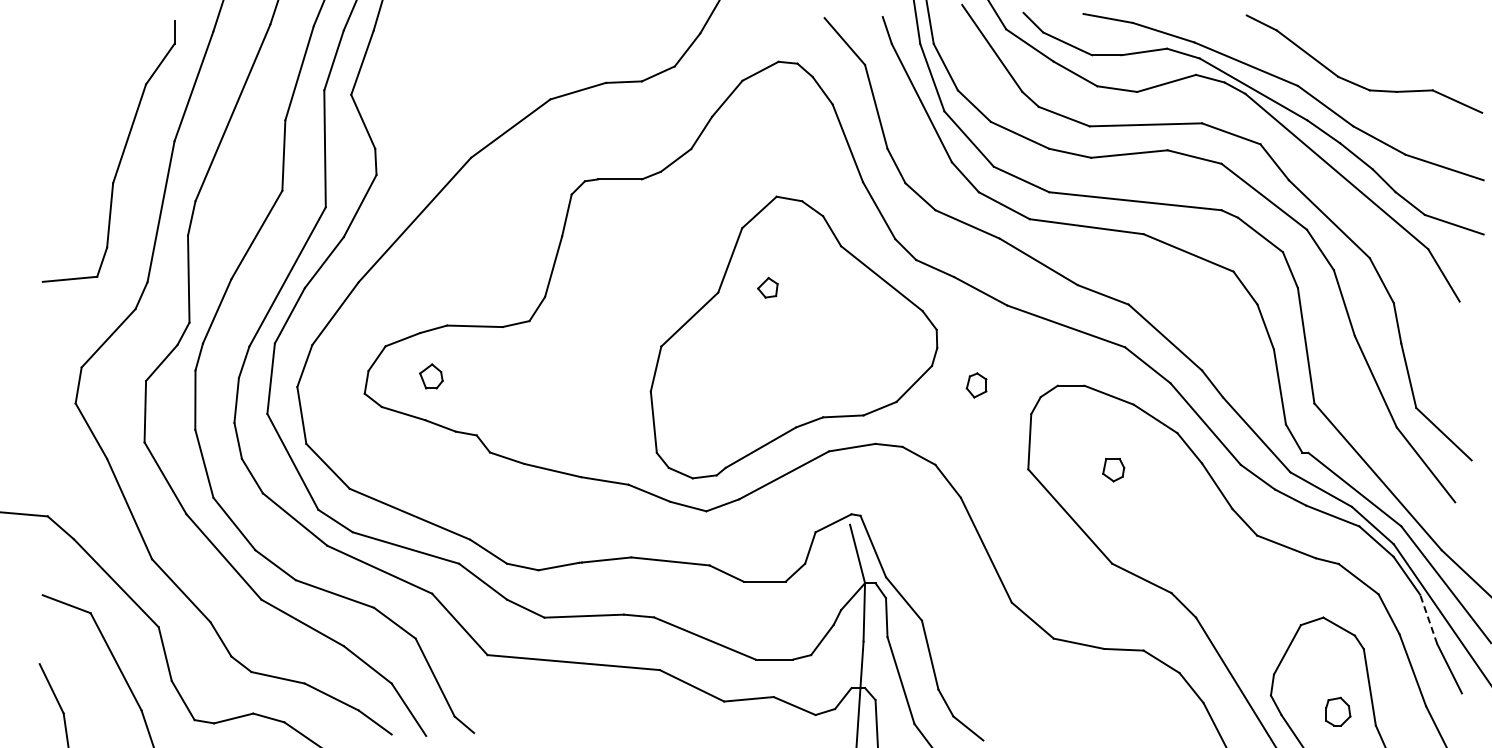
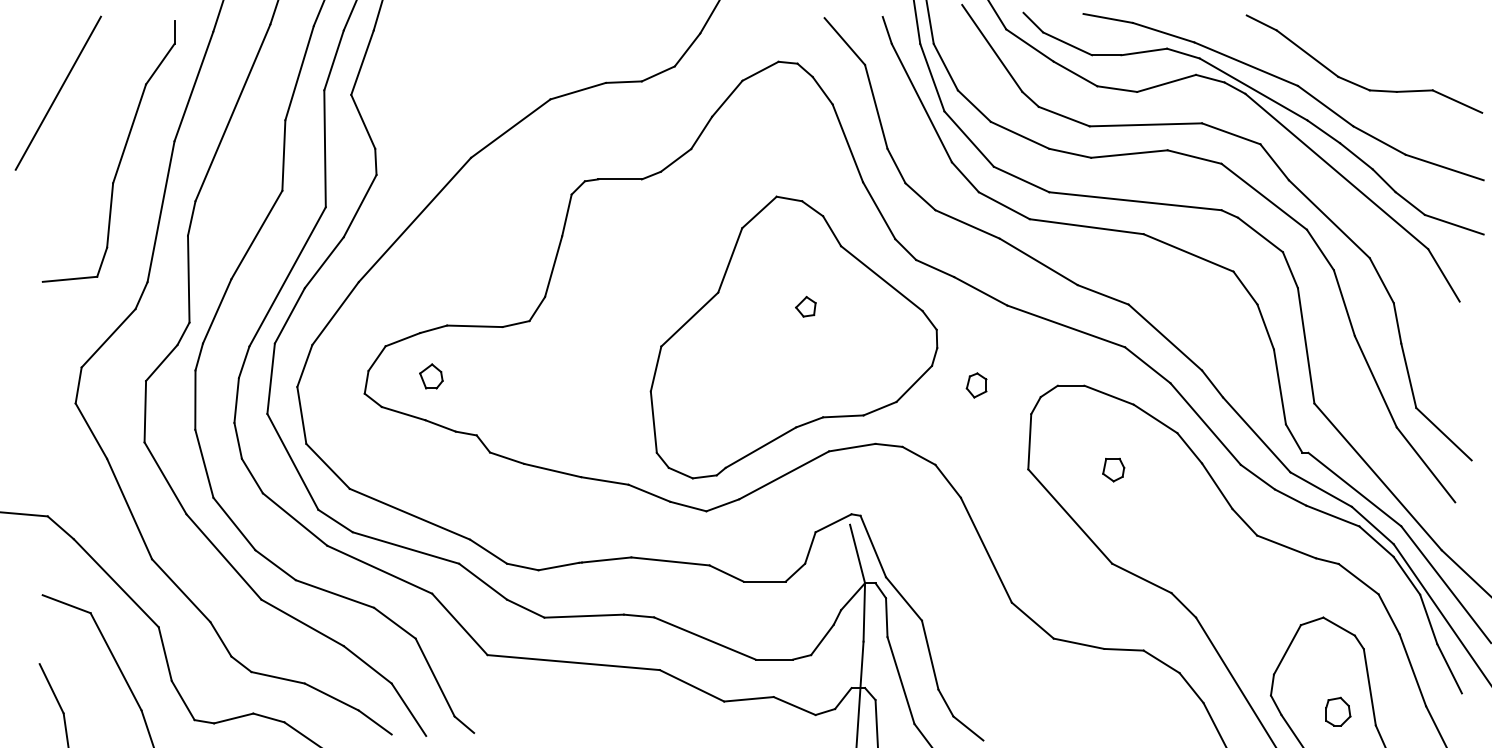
line at (57, 92): none -> present
part at (767, 287) position: (767, 287) -> (805, 306)
line at (1428, 618): dashed -> solid
